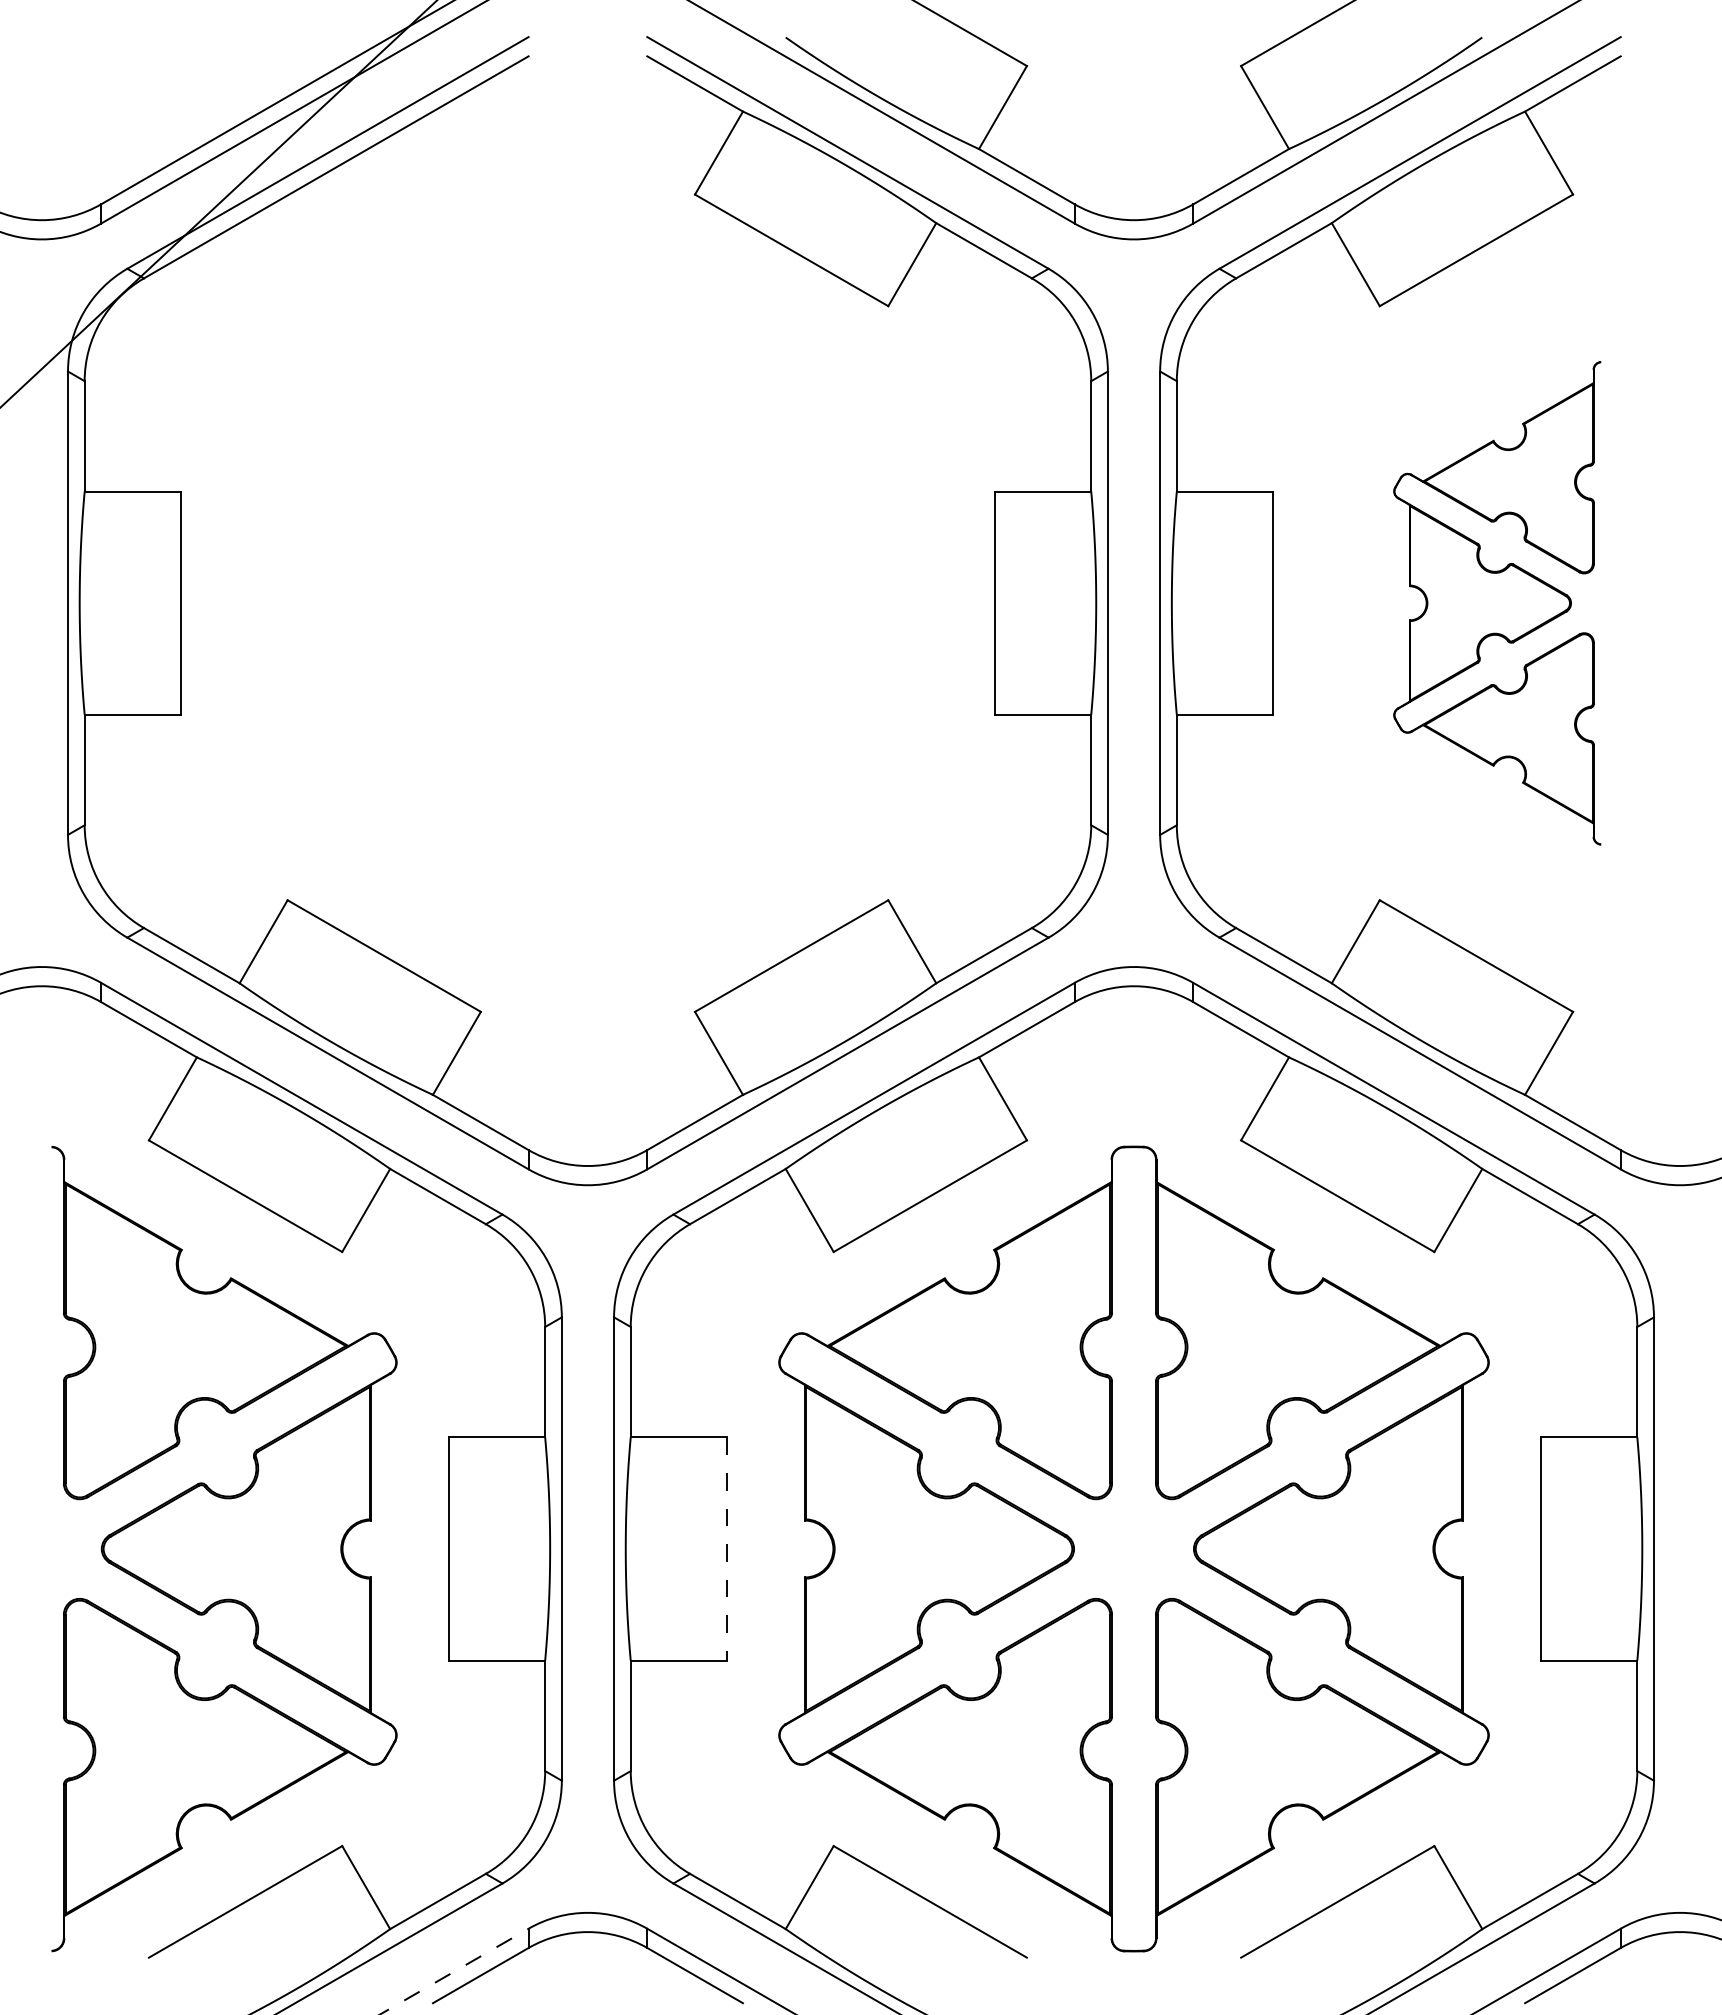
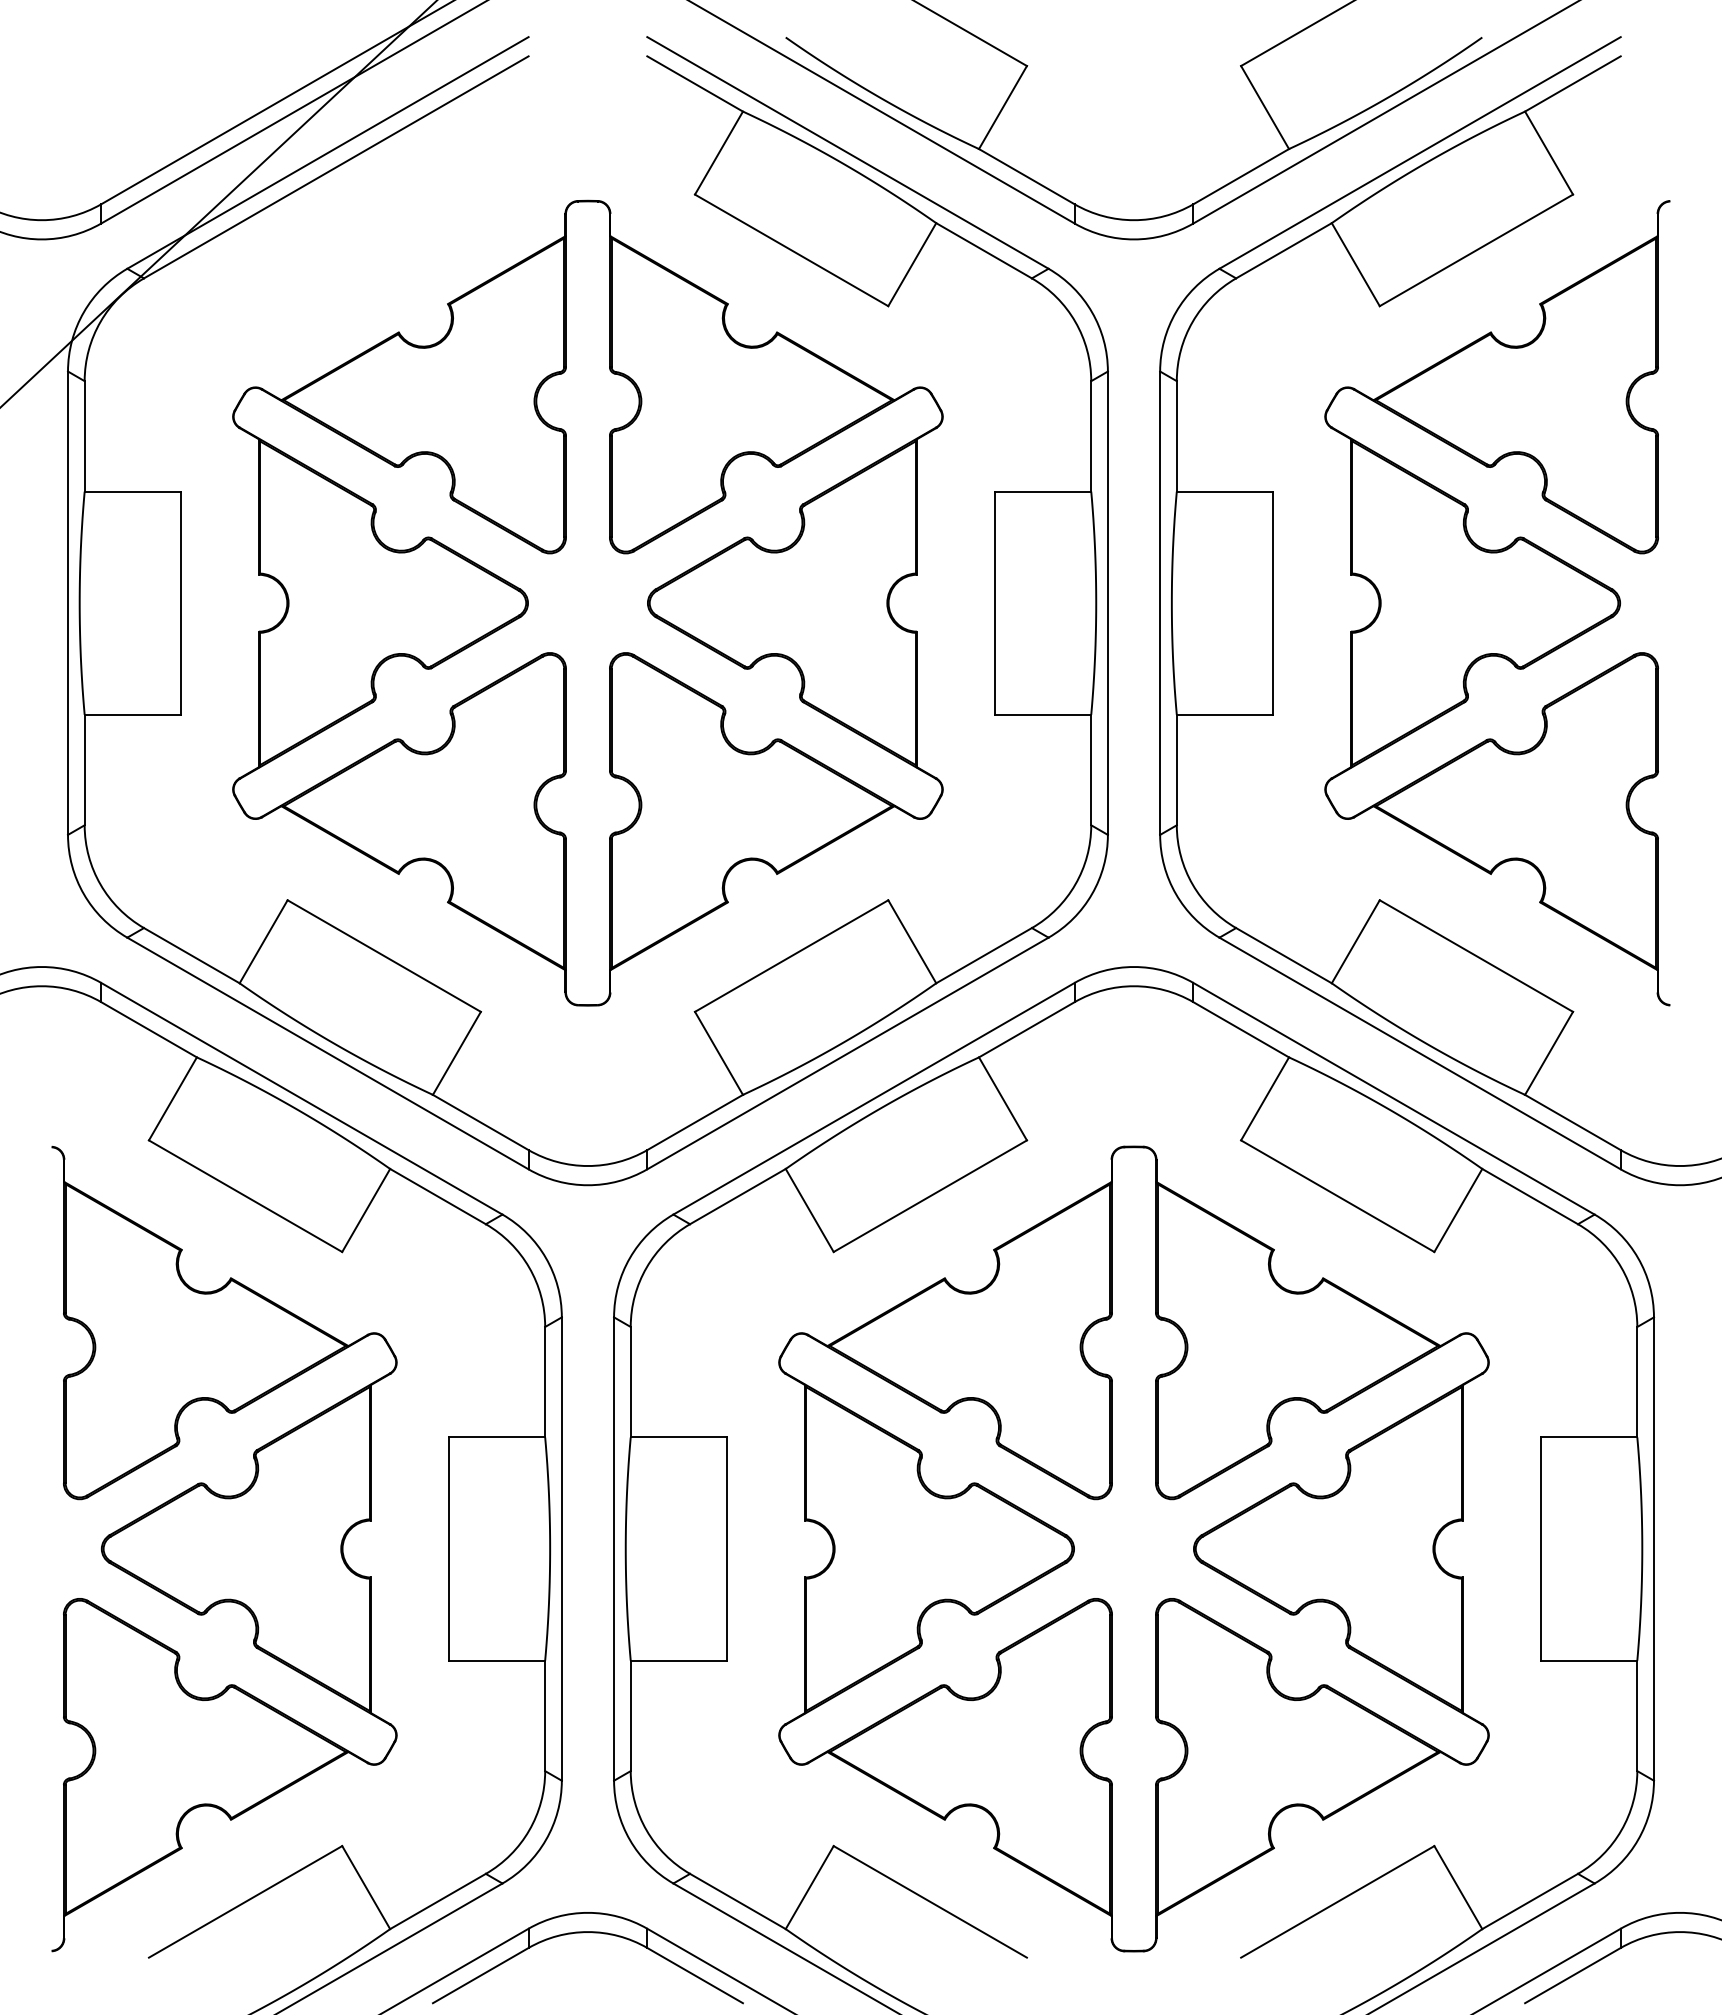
part at (587, 602): none -> present
part at (1497, 603) size: 209x485 px -> 347x807 px
line at (726, 1549): dashed -> solid
line at (454, 1971): dashed -> solid
